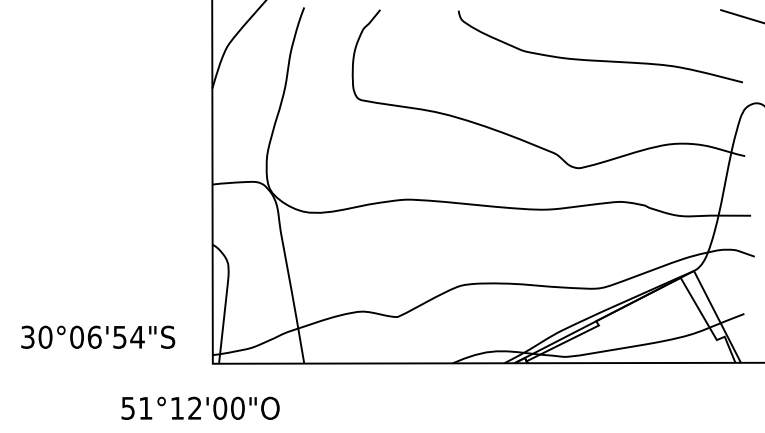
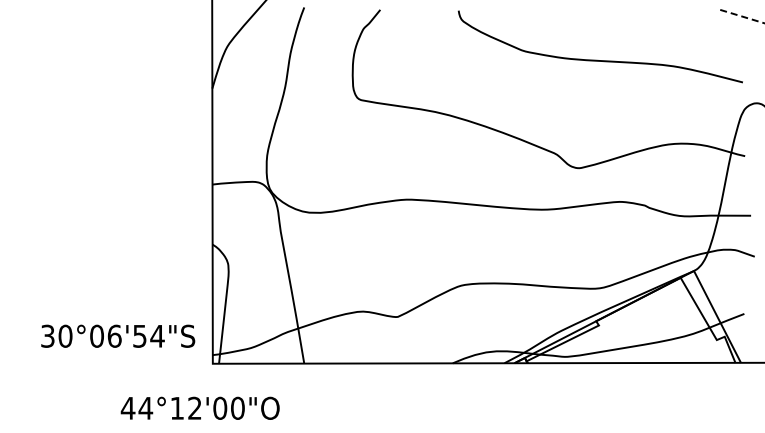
line at (743, 16): solid -> dashed
text at (98, 336) position: (98, 336) -> (118, 335)
text at (136, 408): 51°12'00"O -> 44°12'00"O
